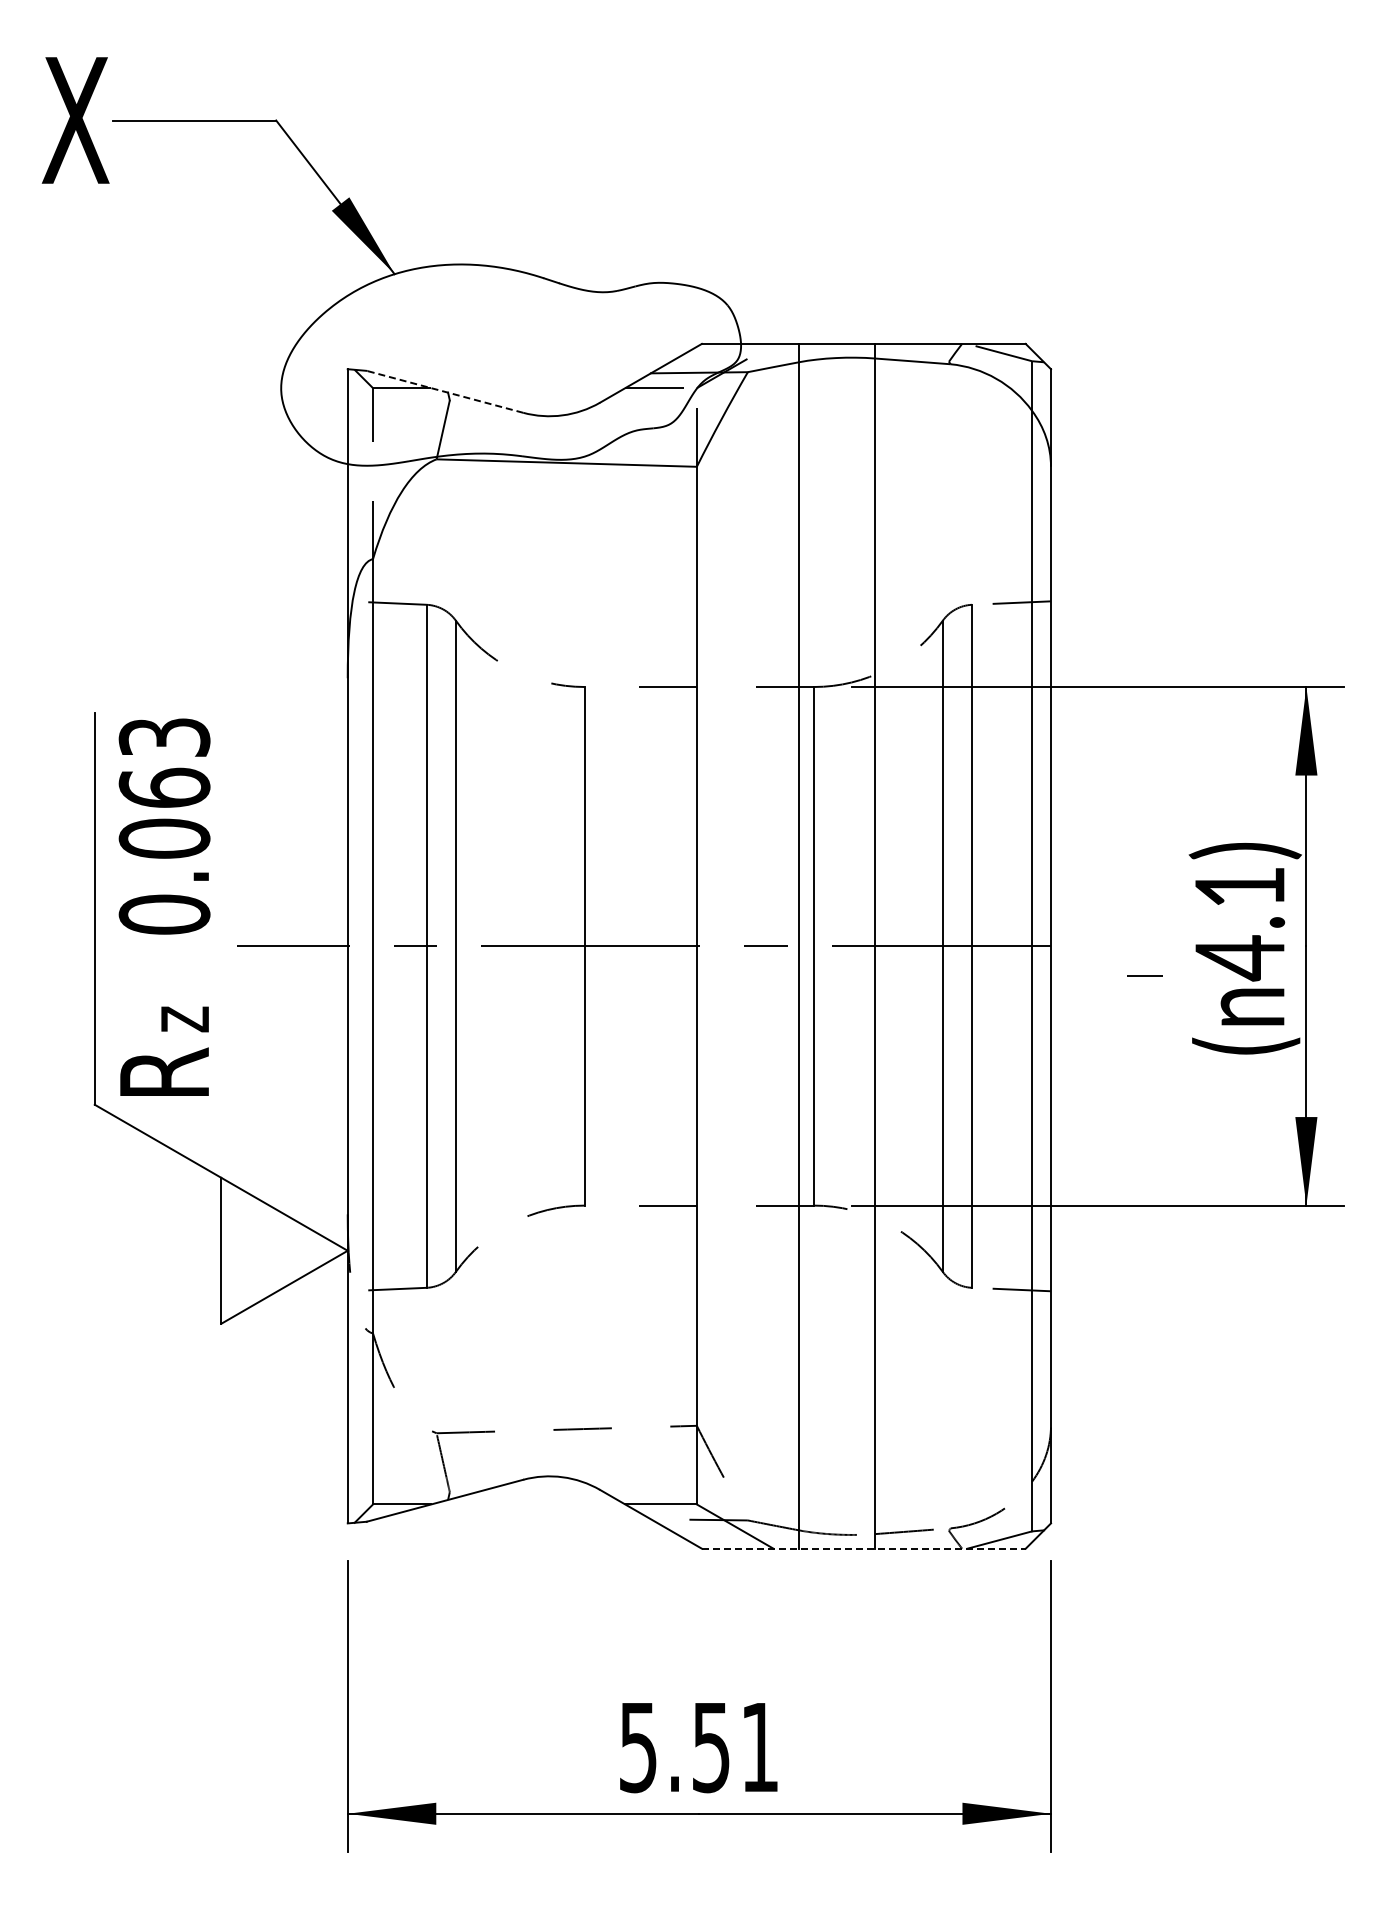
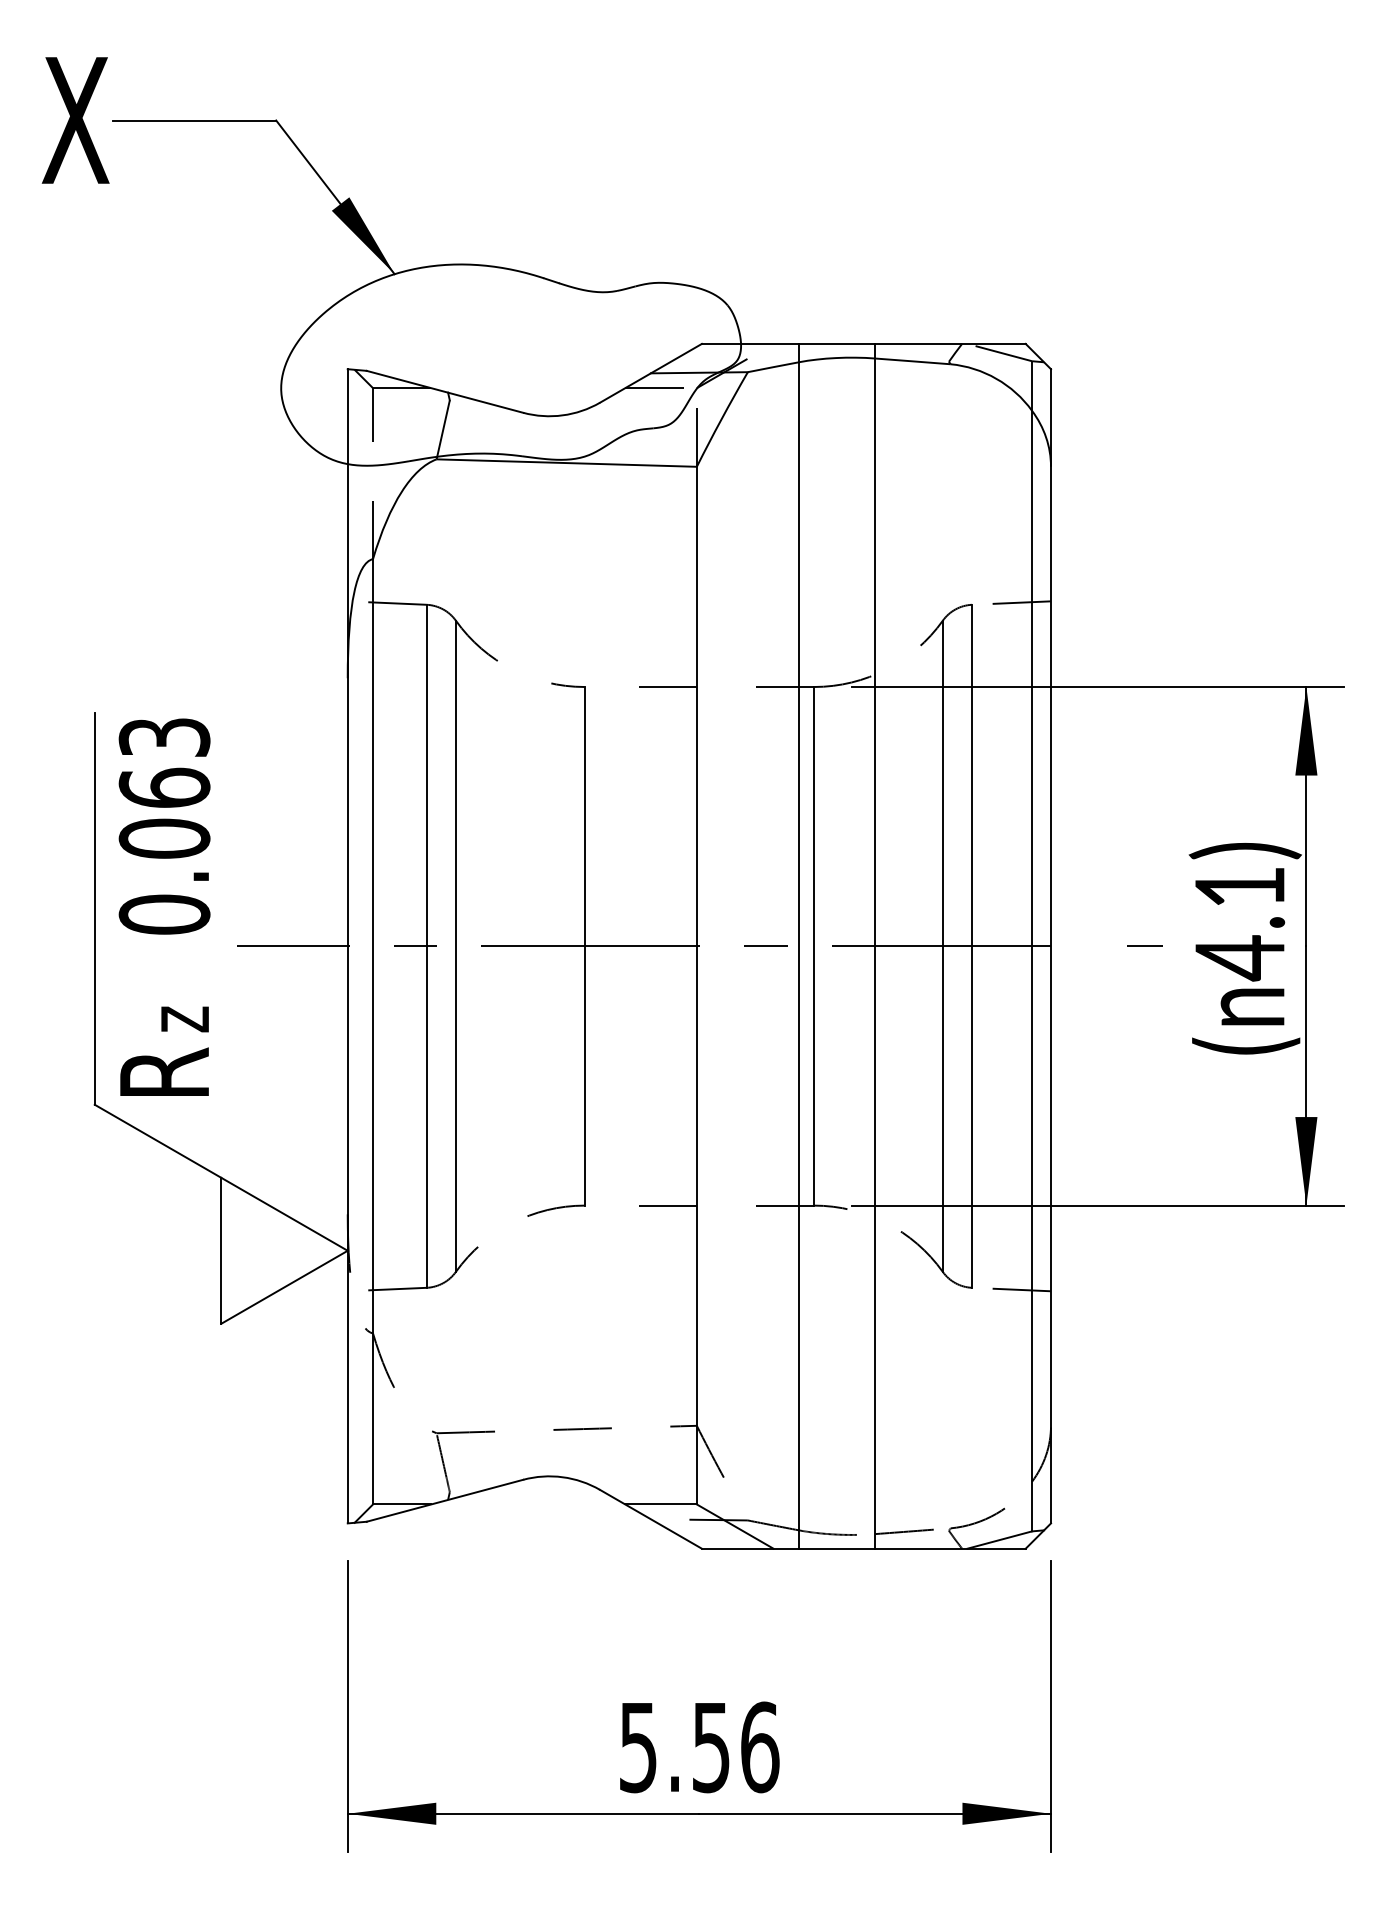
line at (444, 391): dashed -> solid
line at (1144, 975) position: (1144, 975) -> (1144, 945)
line at (863, 1548): dashed -> solid
text at (760, 1747): 5.51 -> 5.56
